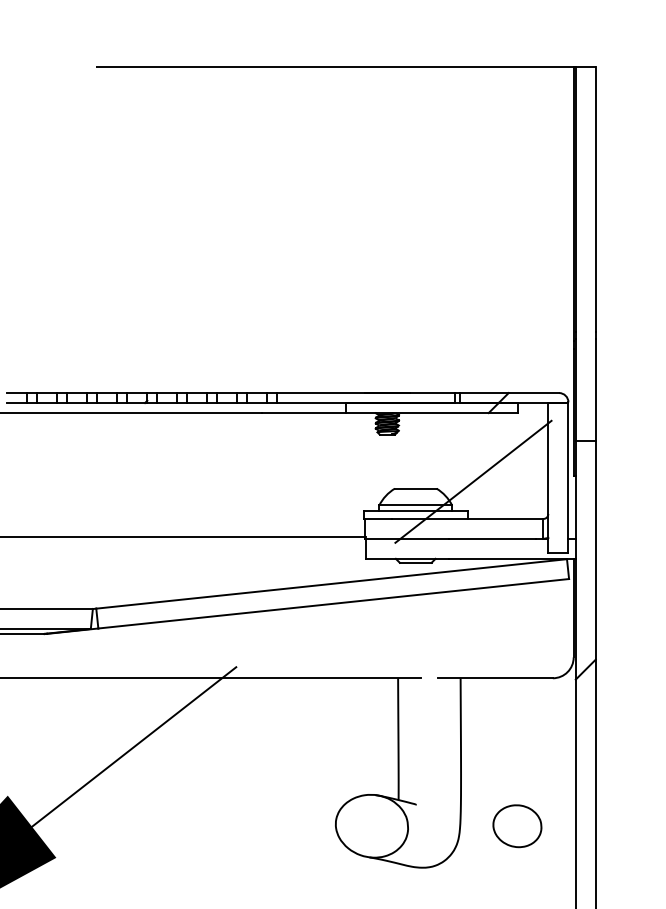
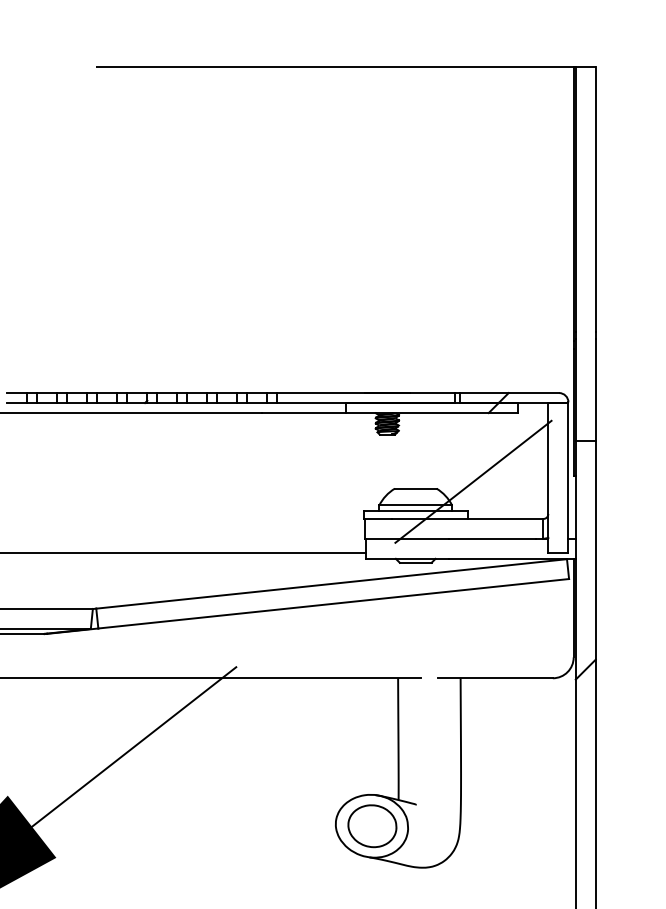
line at (183, 537) position: (183, 537) -> (183, 553)
part at (517, 826) position: (517, 826) -> (372, 826)
